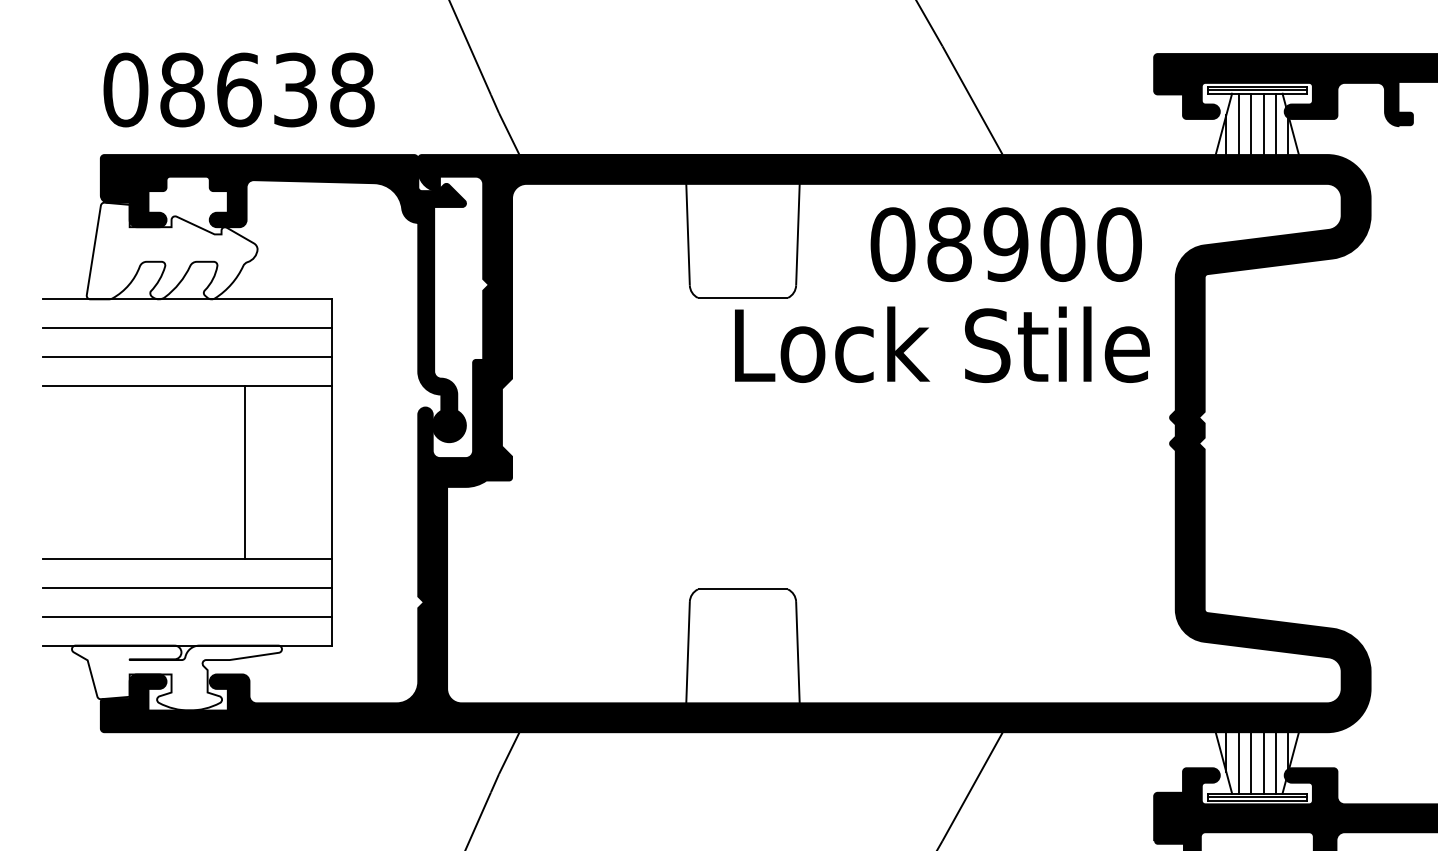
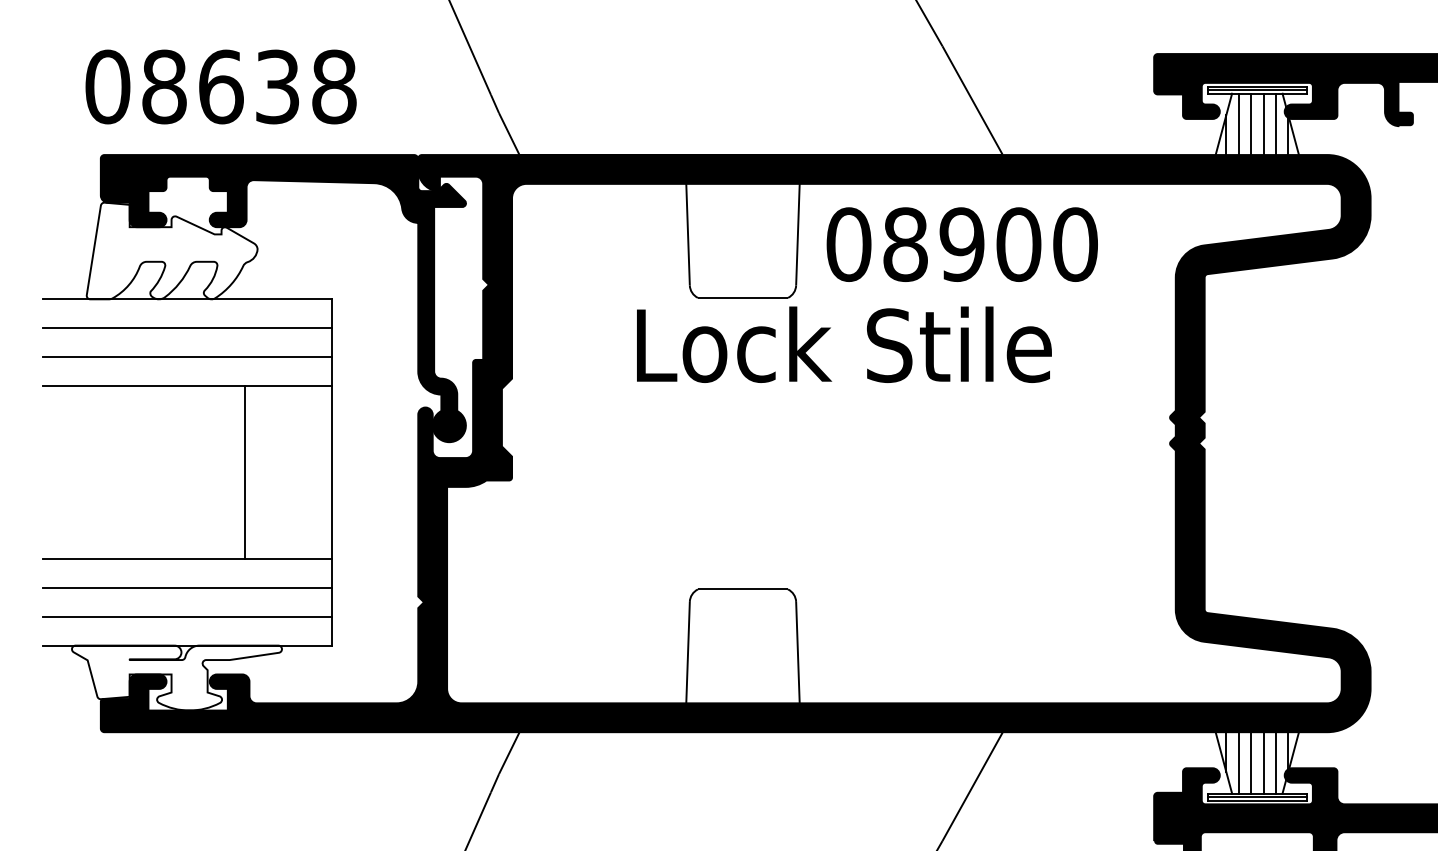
text at (238, 89) position: (238, 89) -> (220, 86)
text at (1005, 244) position: (1005, 244) -> (961, 244)
text at (942, 344) position: (942, 344) -> (844, 344)
